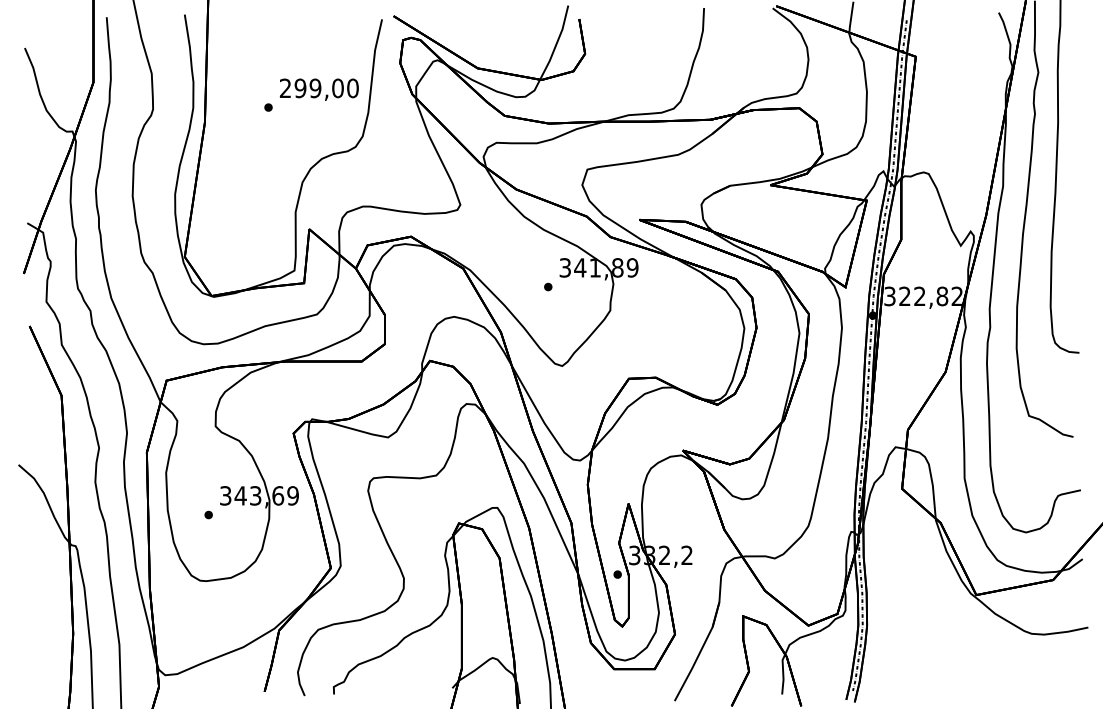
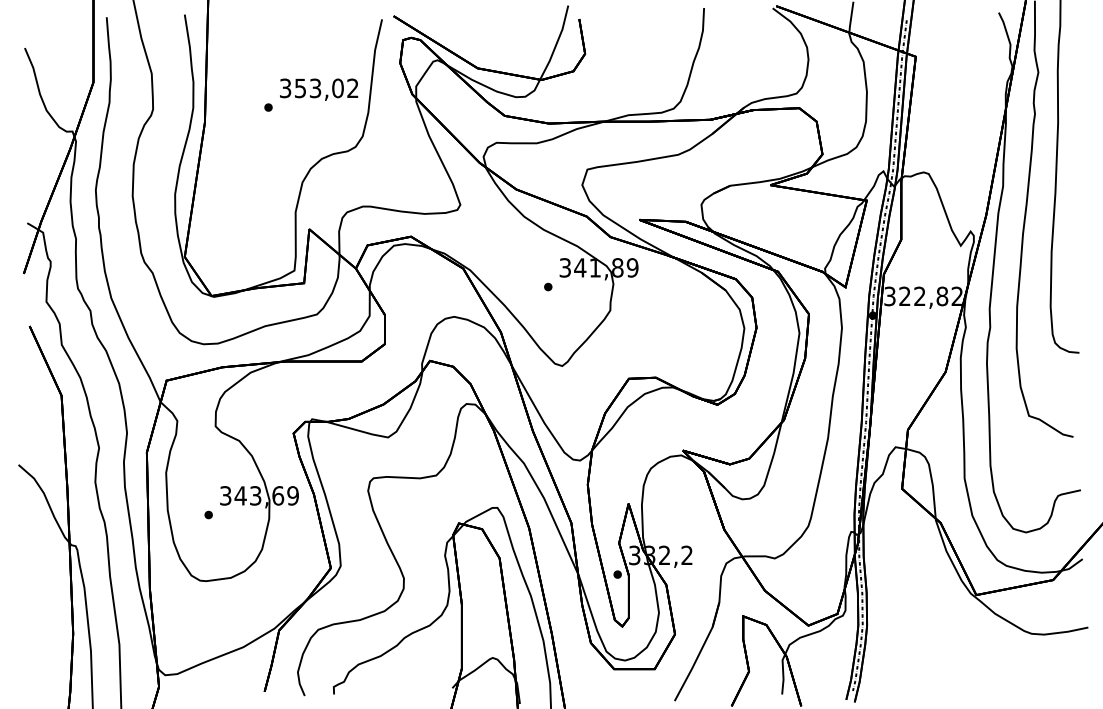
text at (319, 88): 299,00 -> 353,02
